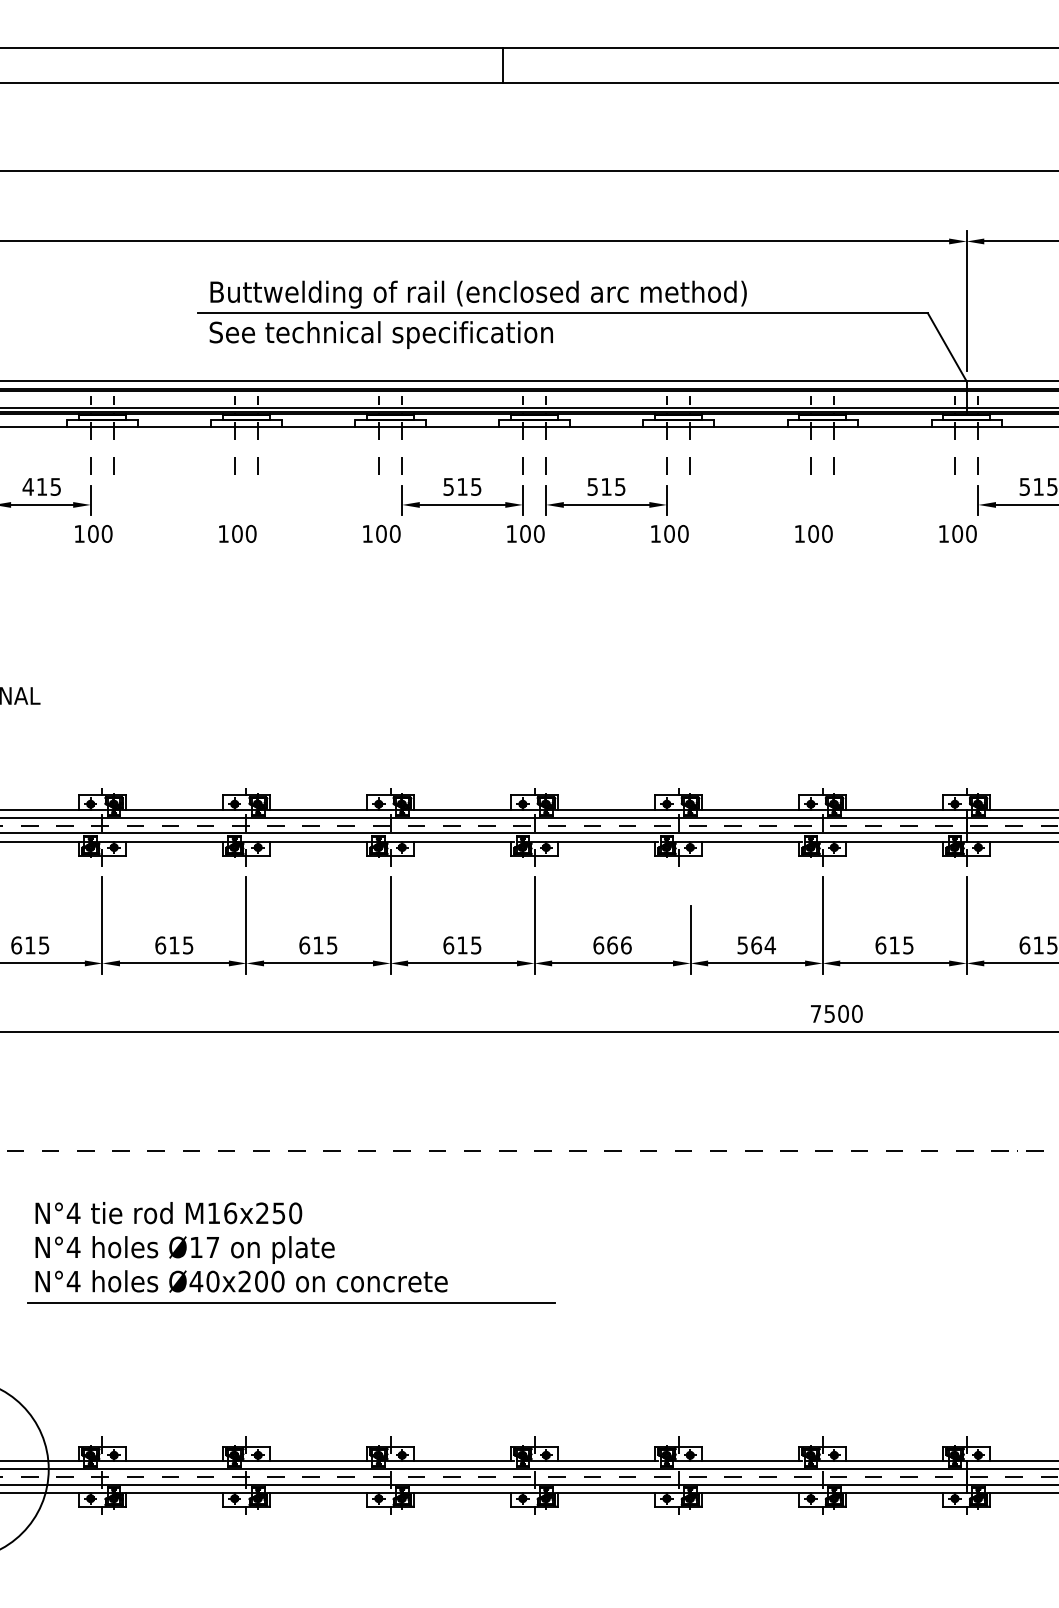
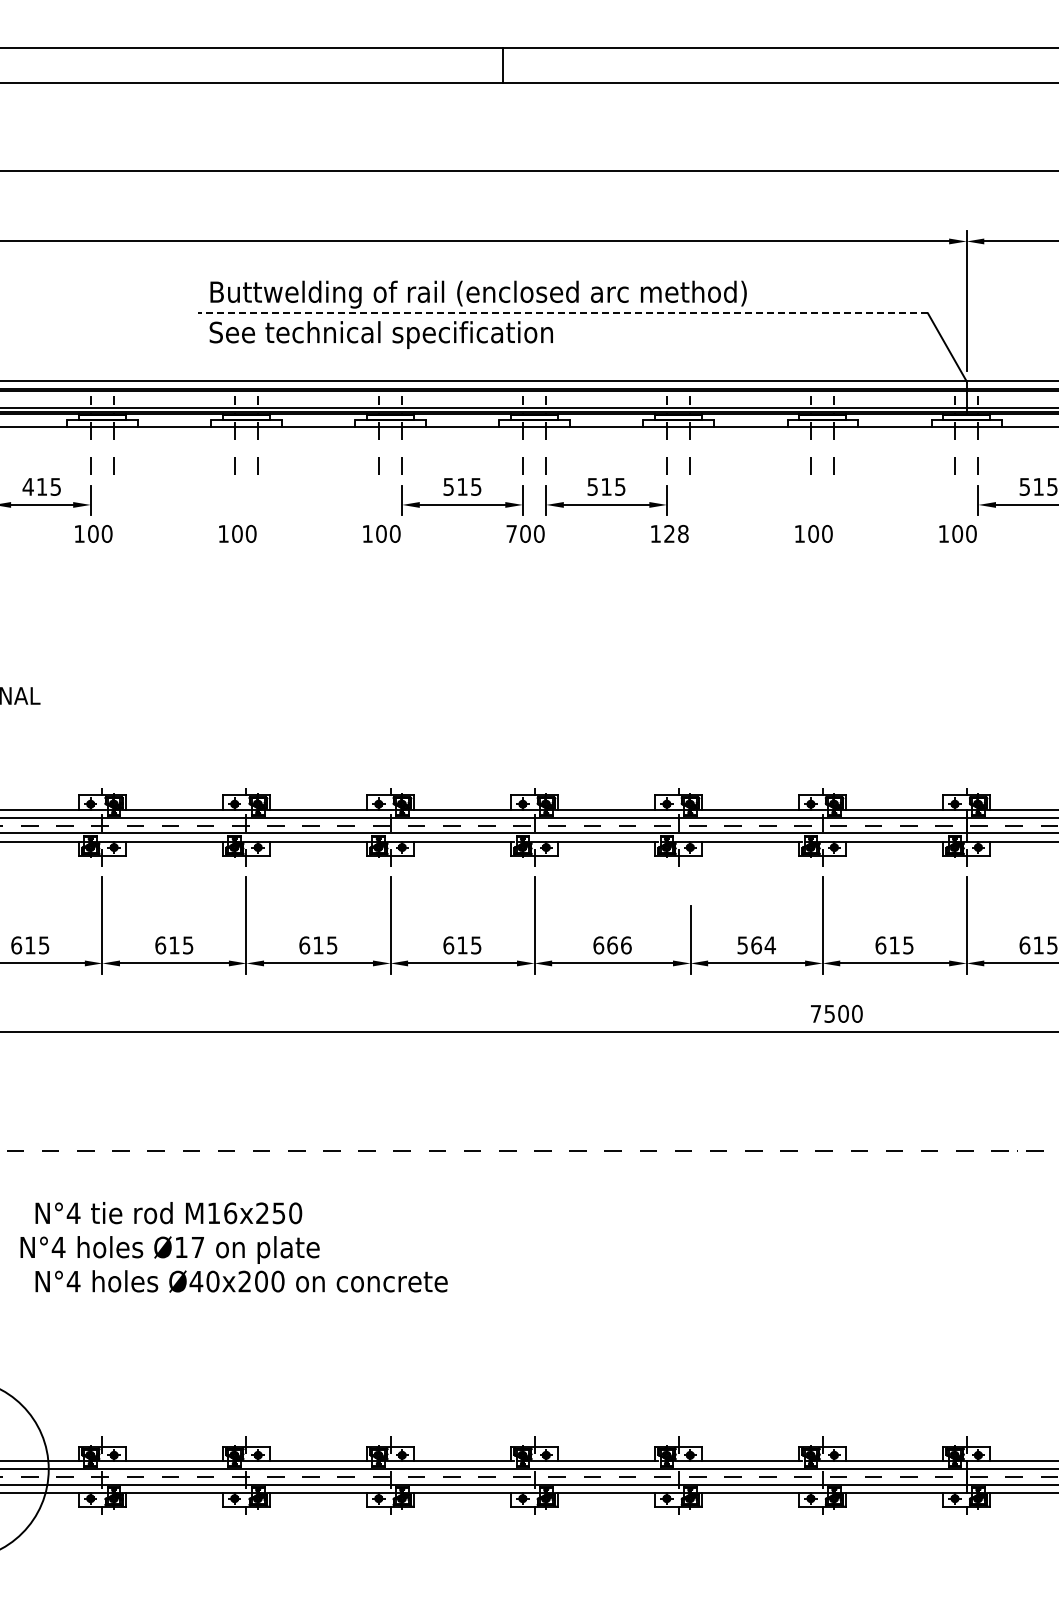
line at (563, 313): solid -> dashed
text at (511, 533): 100 -> 700
text at (676, 533): 100 -> 128
text at (184, 1249) position: (184, 1249) -> (169, 1249)
line at (291, 1302): present -> none
